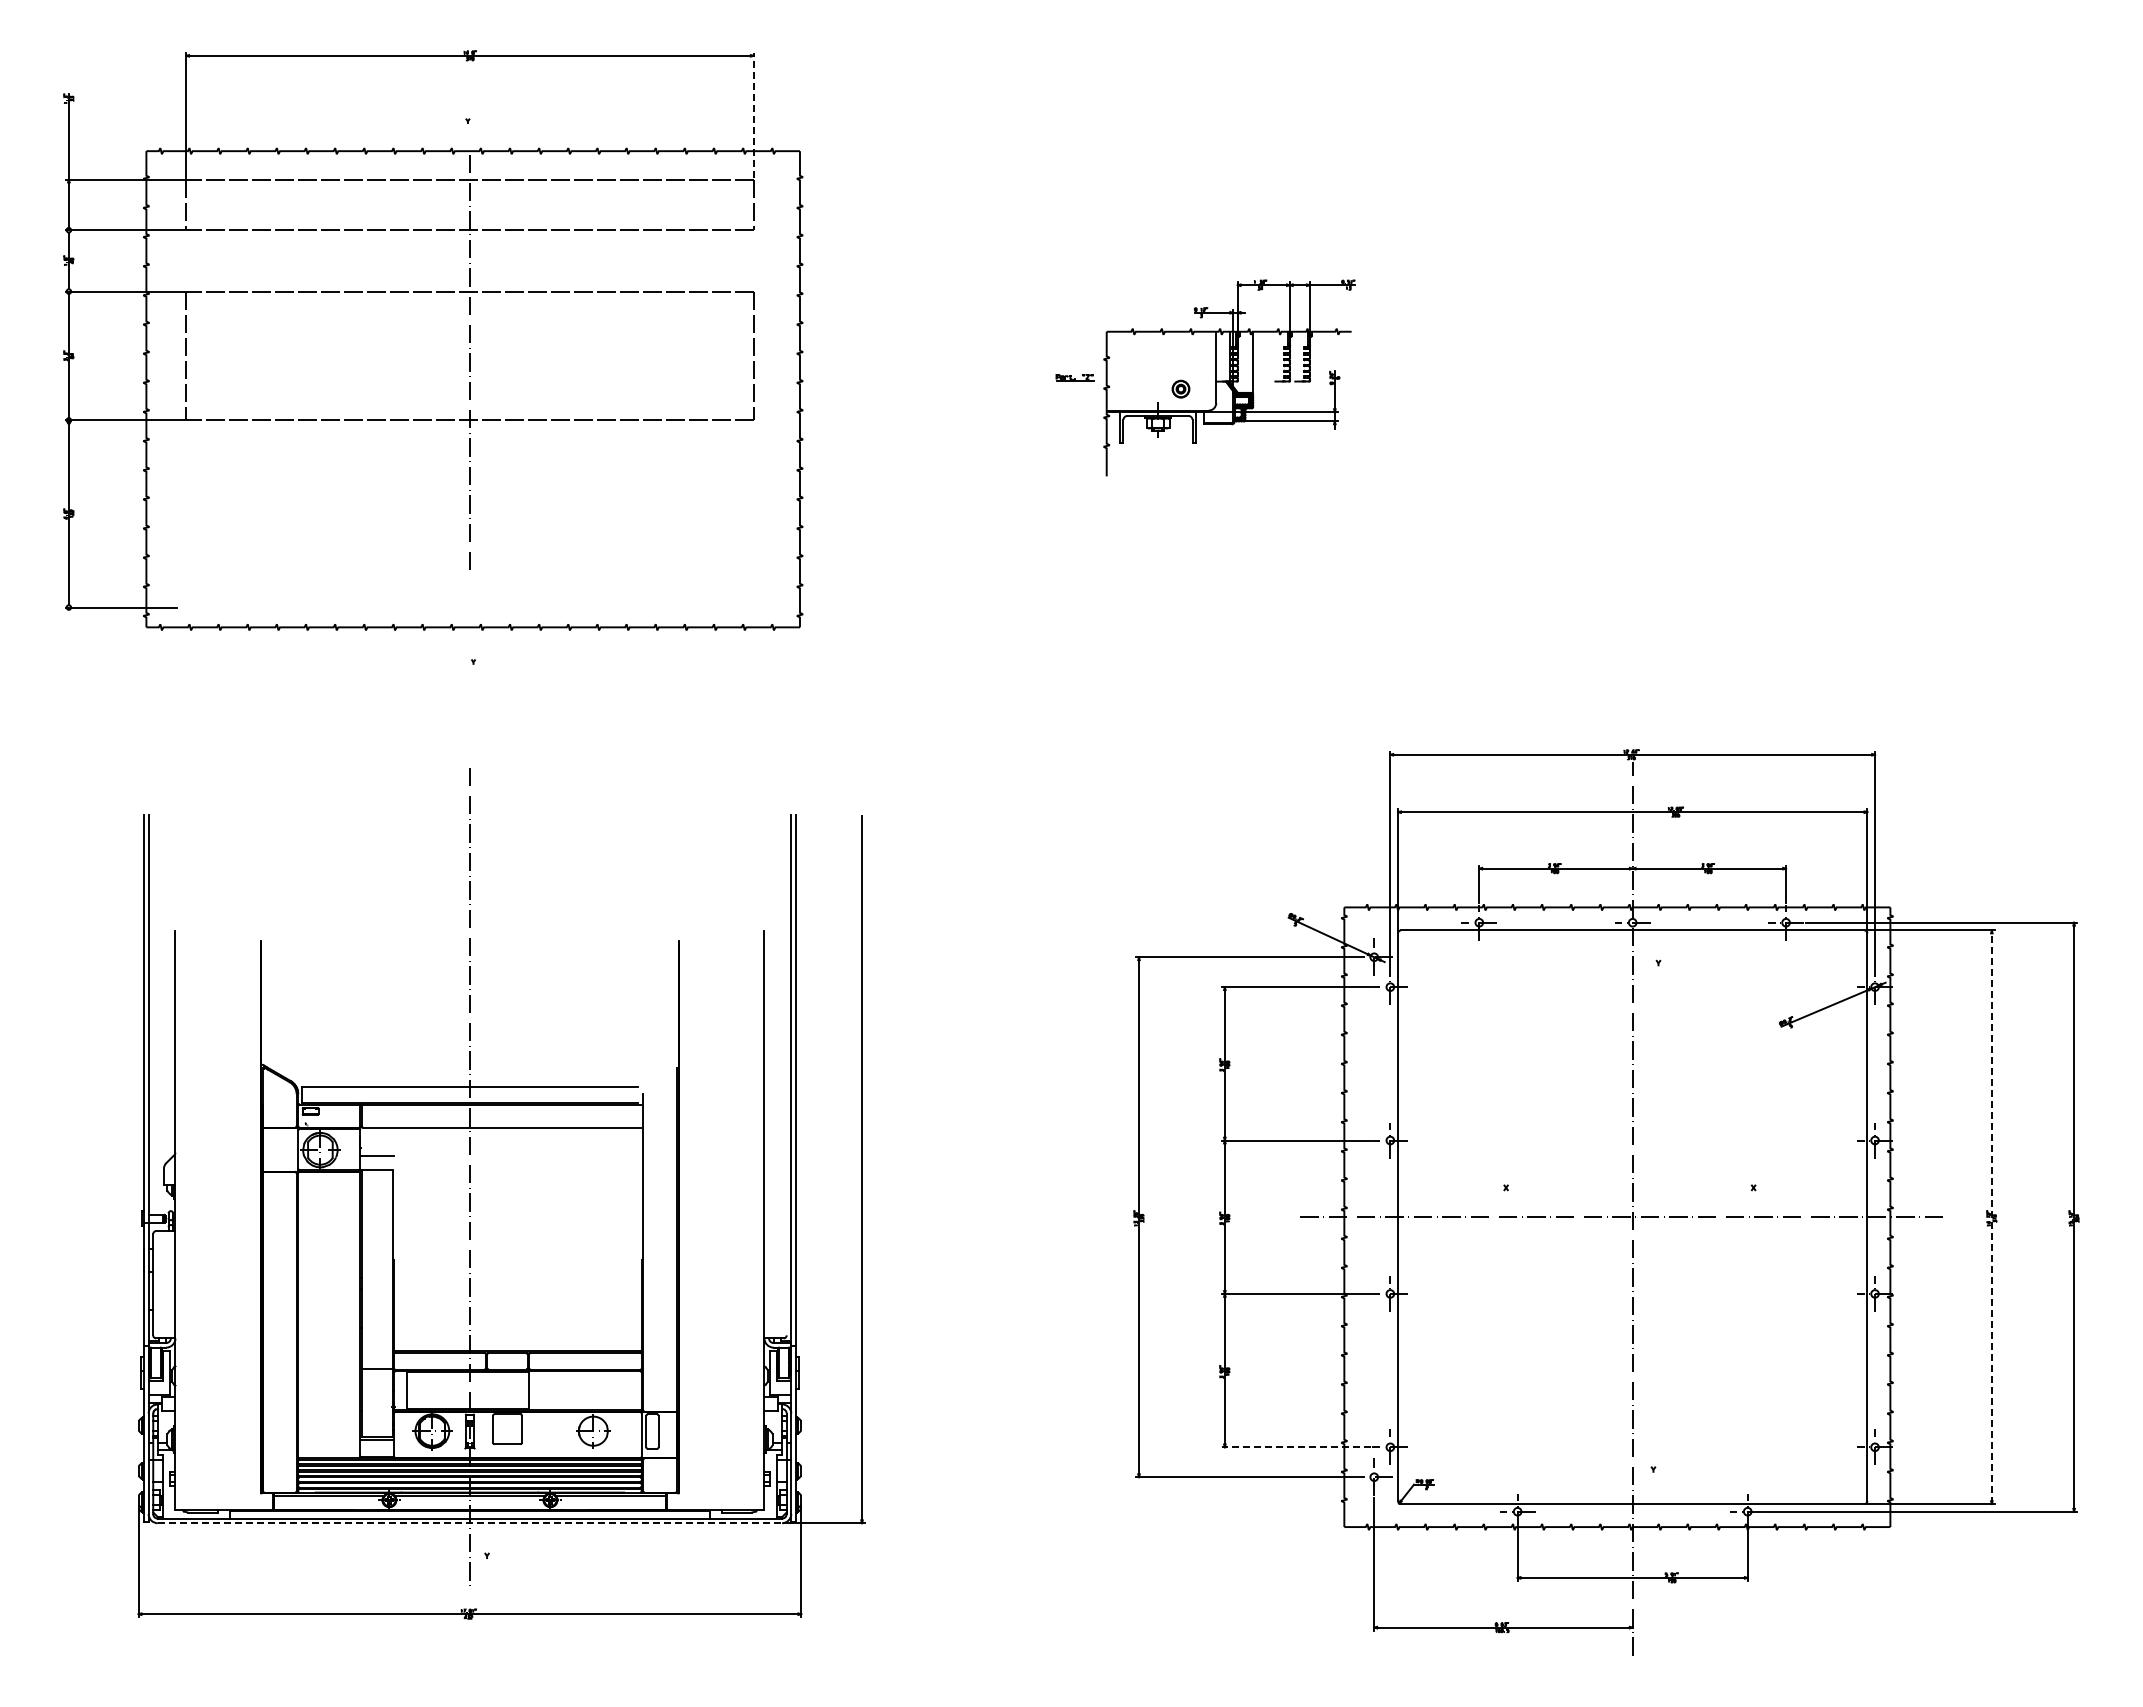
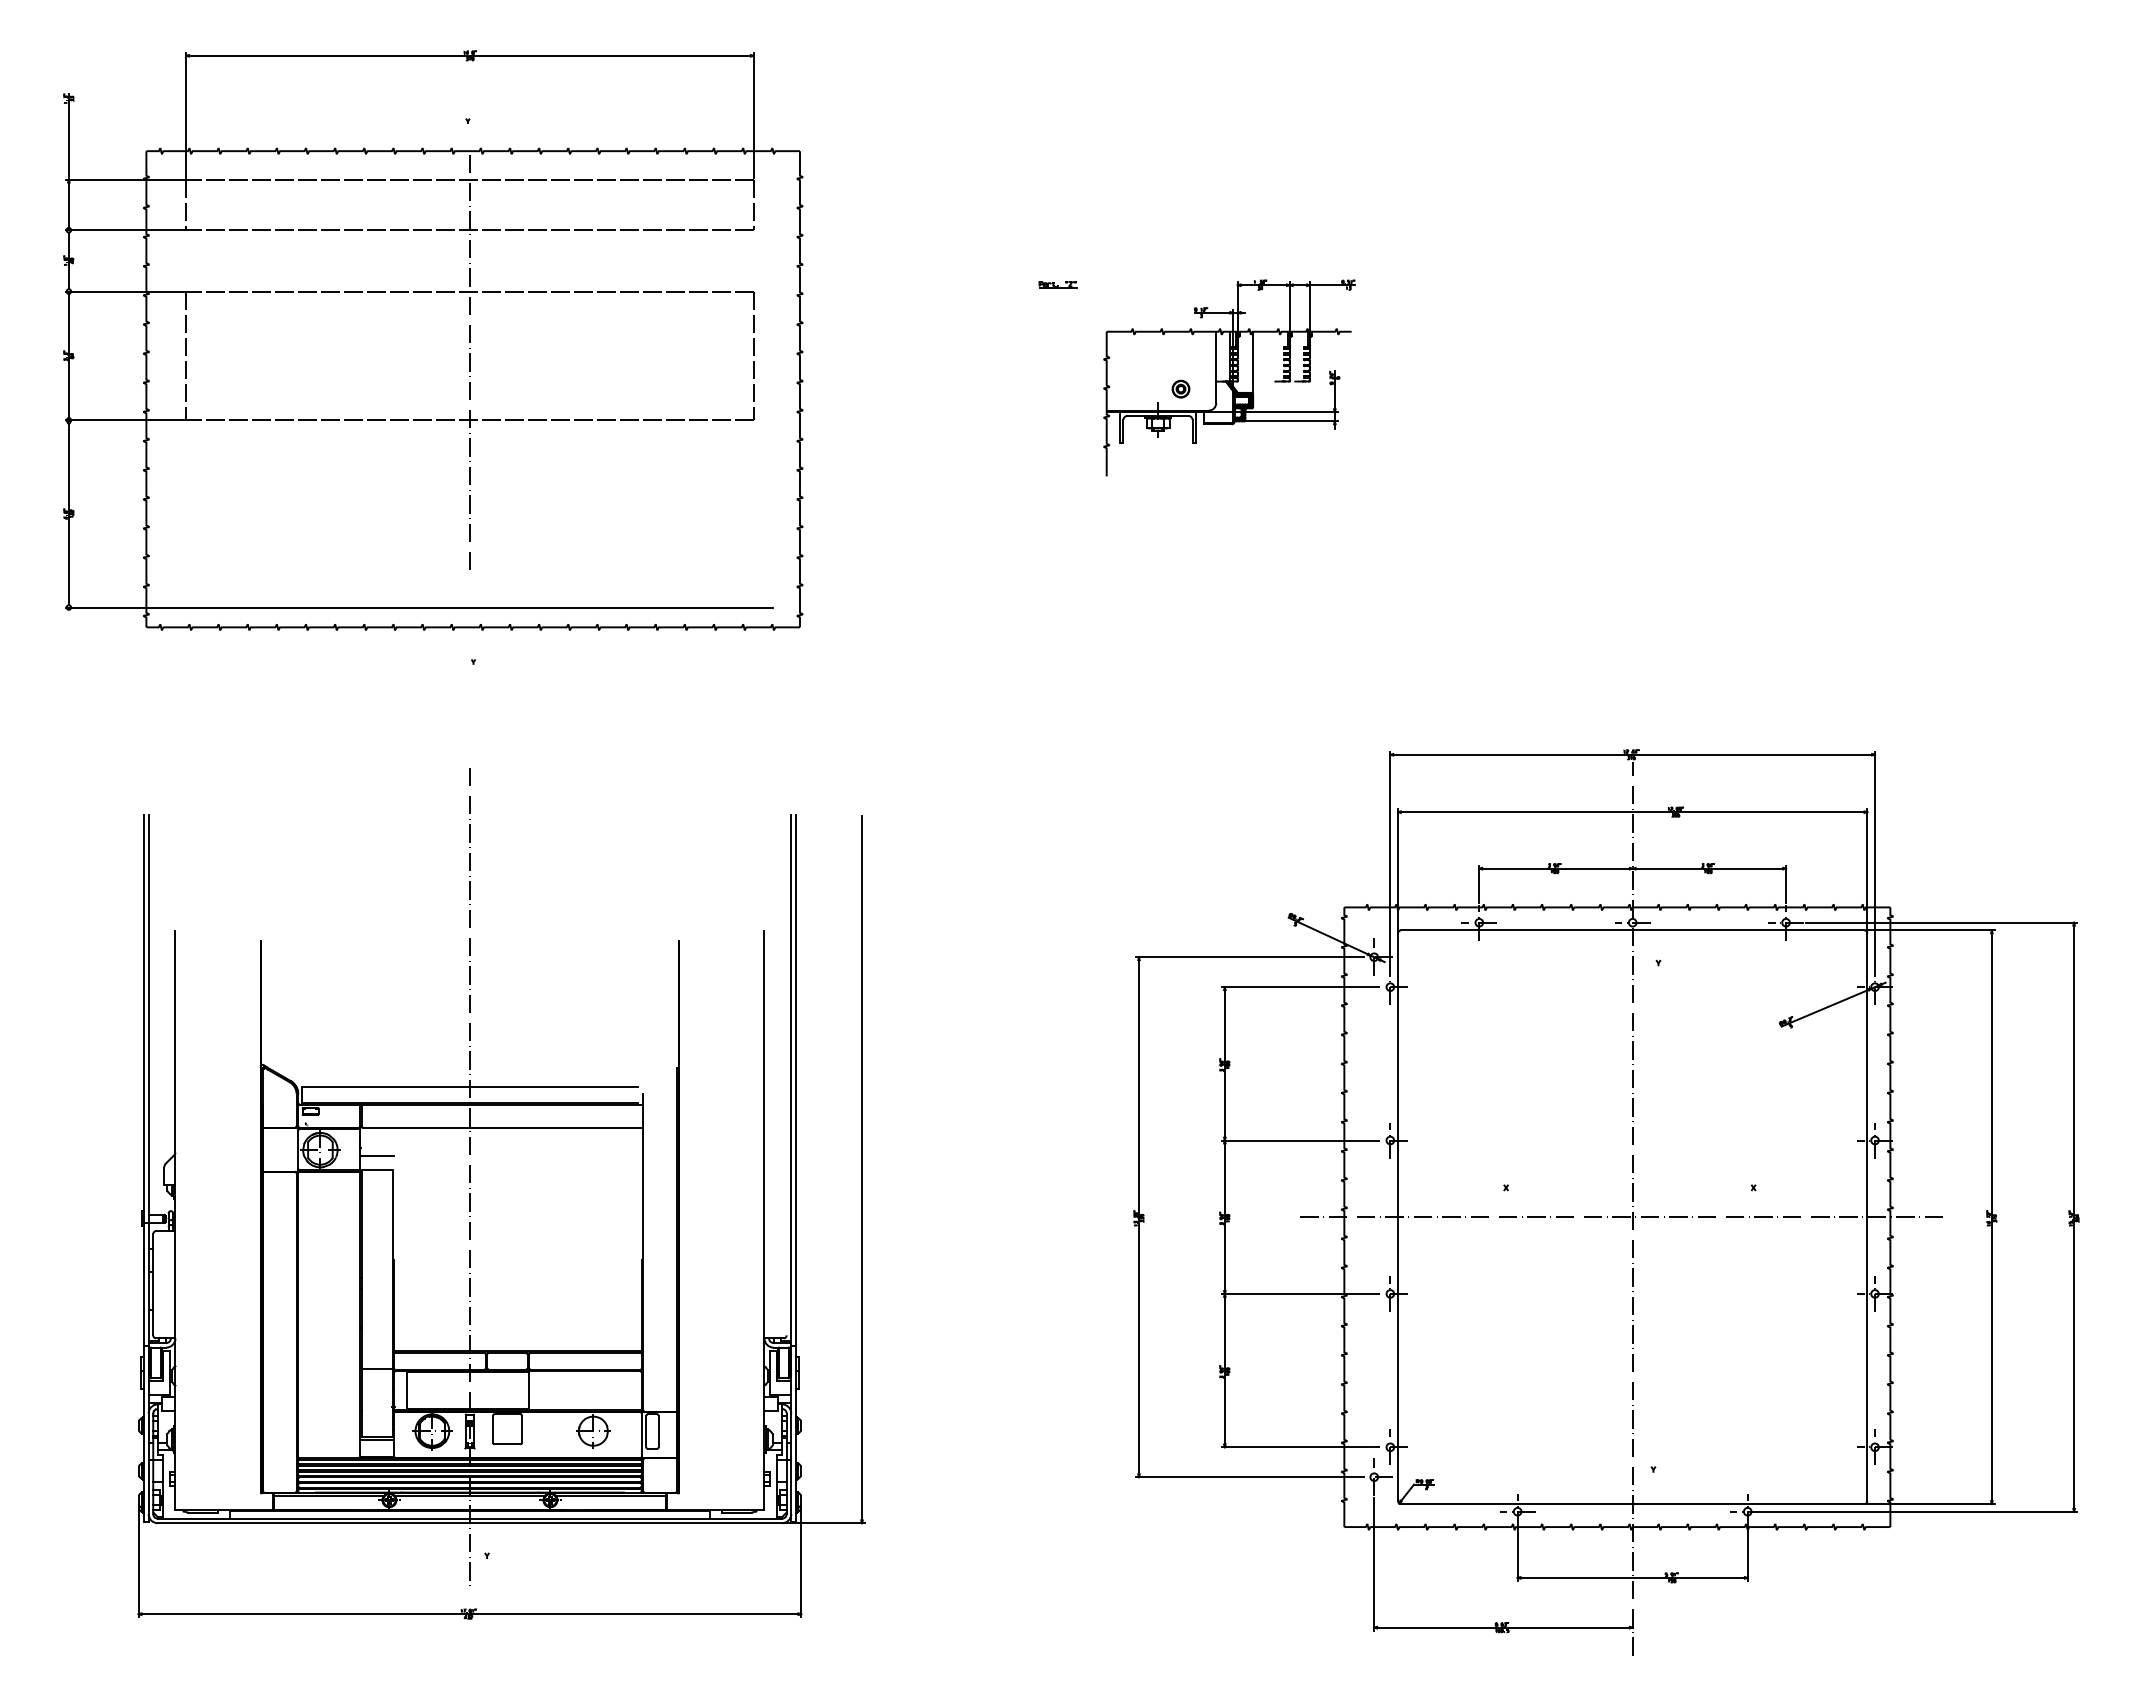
line at (753, 115): dashed -> solid
part at (1074, 377) position: (1074, 377) -> (1057, 284)
line at (475, 607): none -> present
line at (1991, 1217): dashed -> solid
line at (1296, 1447): dashed -> solid
line at (470, 1523): dashed -> solid
